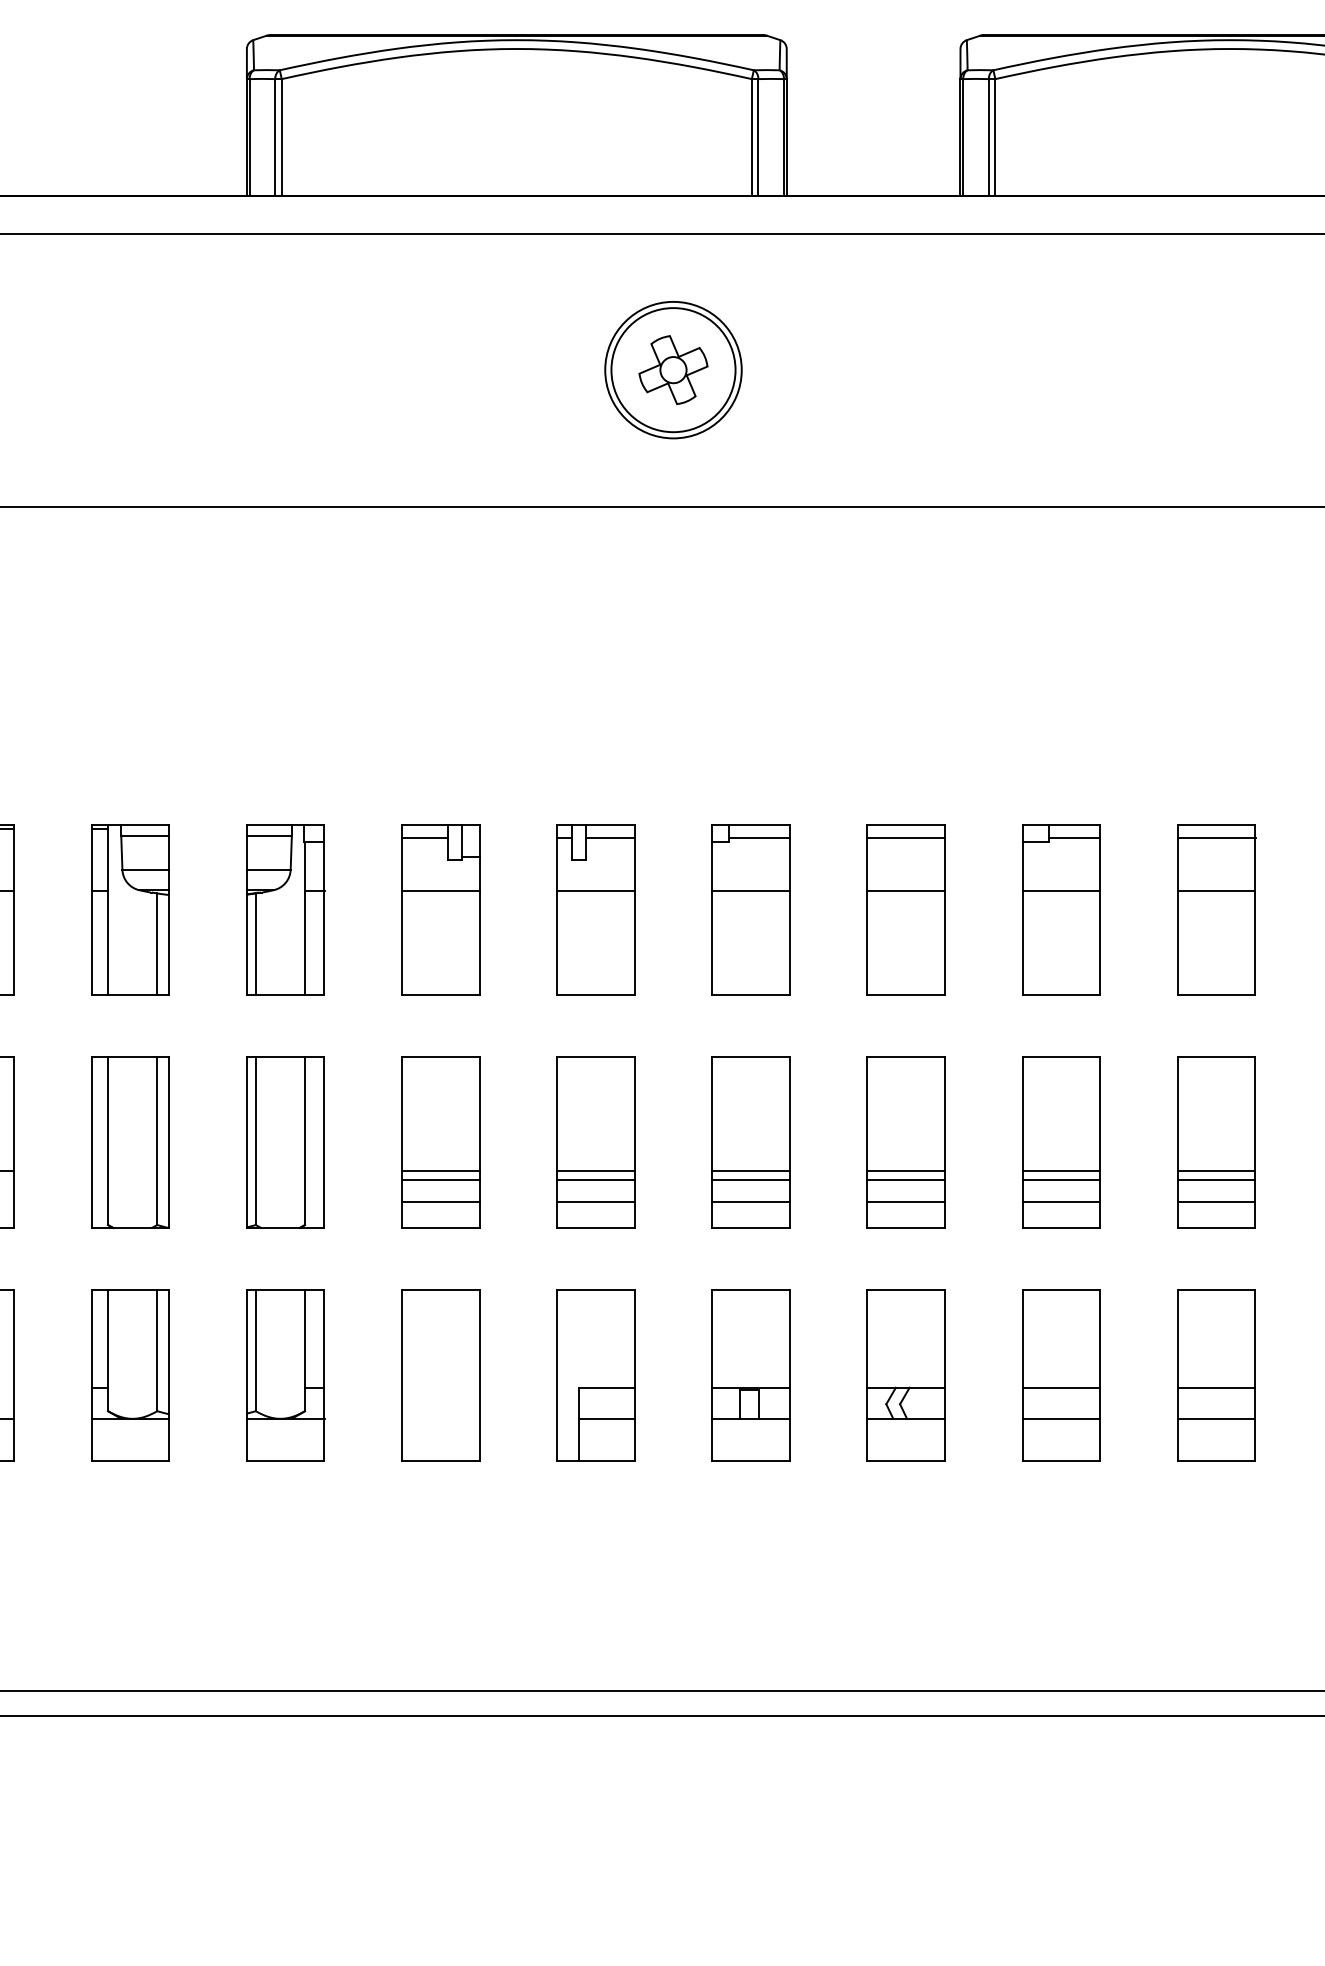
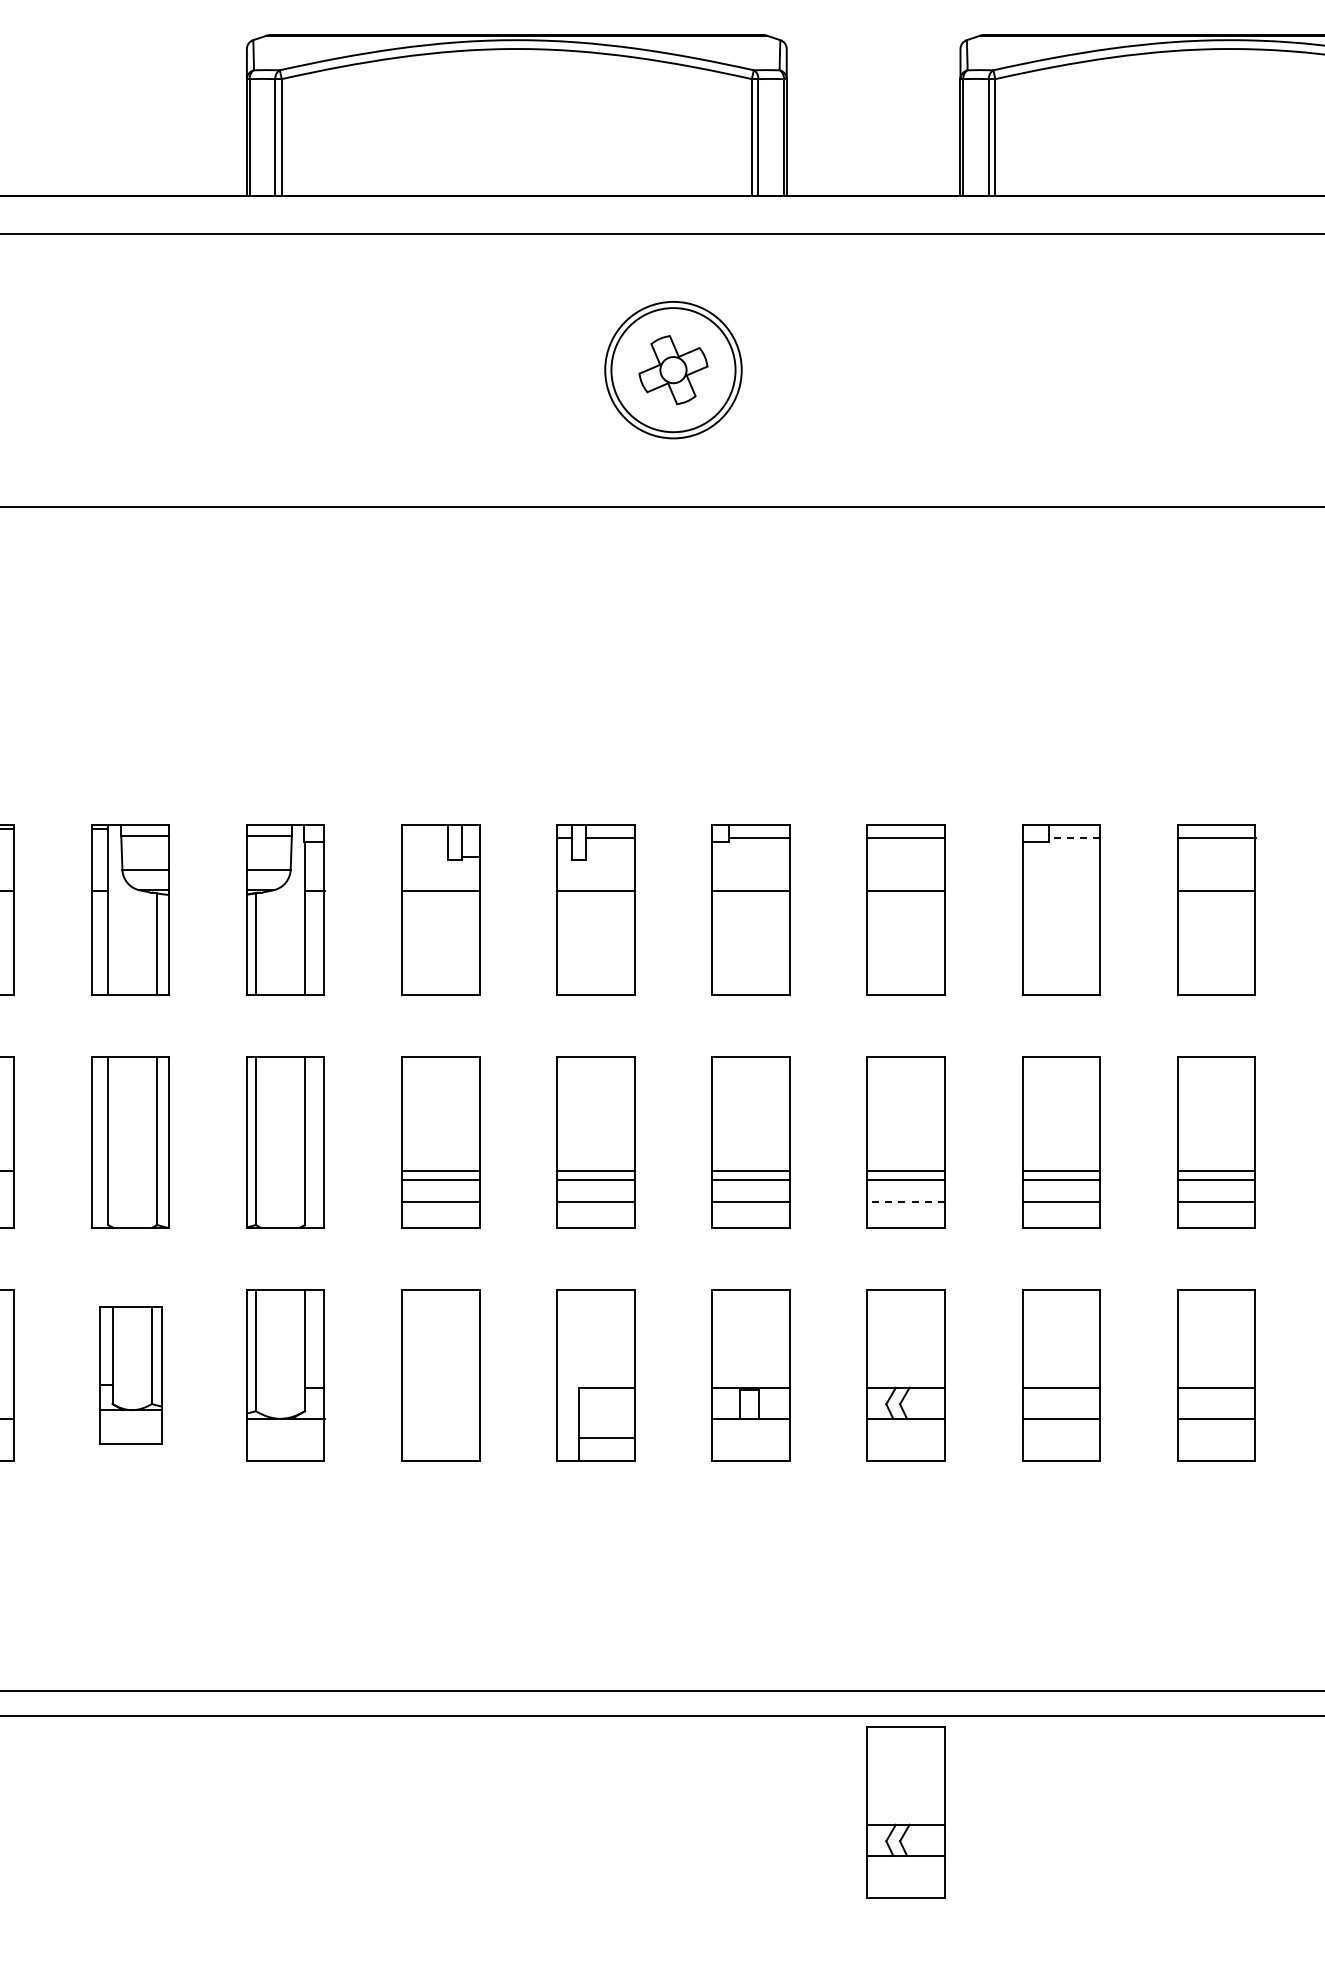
line at (425, 837): present -> none
line at (1074, 837): solid -> dashed
line at (1061, 891): present -> none
line at (906, 1201): solid -> dashed
part at (130, 1375) size: 79x173 px -> 64x139 px
line at (606, 1418) position: (606, 1418) -> (606, 1437)
part at (905, 1812): none -> present
